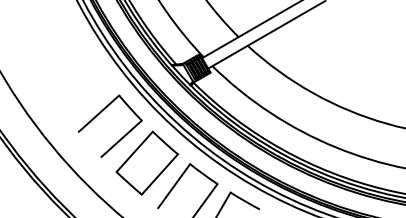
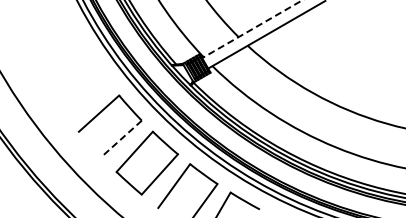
line at (252, 29): solid -> dashed
line at (121, 139): solid -> dashed
